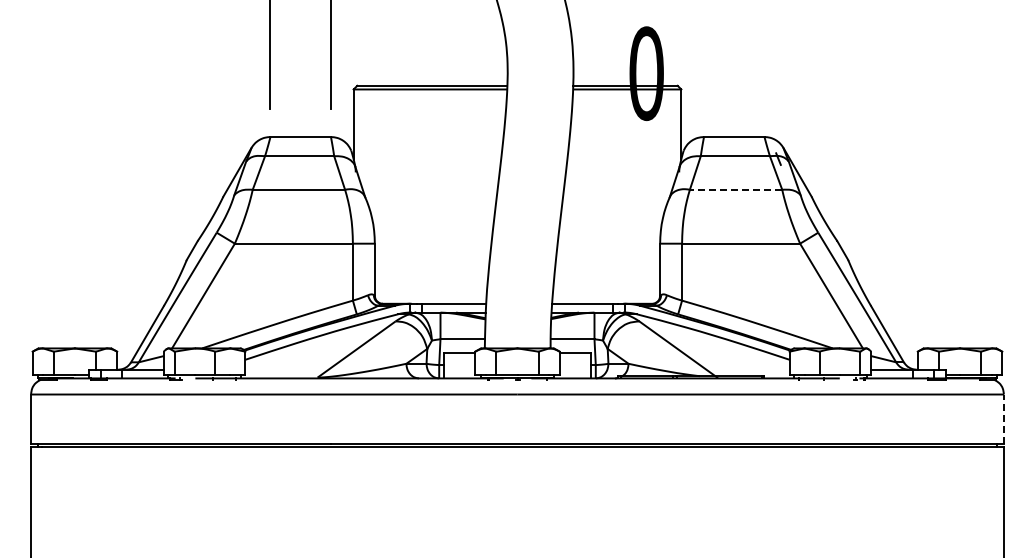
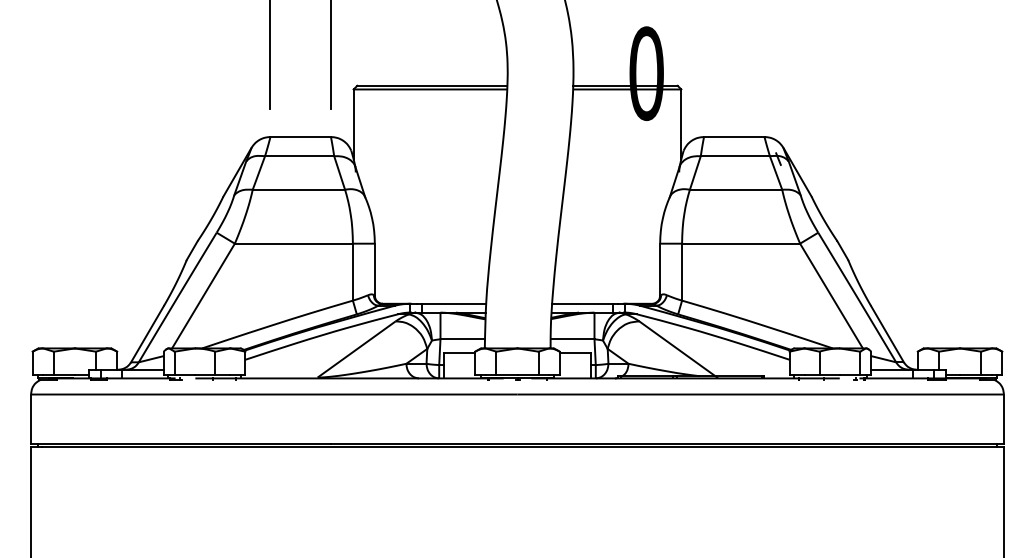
line at (735, 189): dashed -> solid
line at (1003, 419): dashed -> solid
